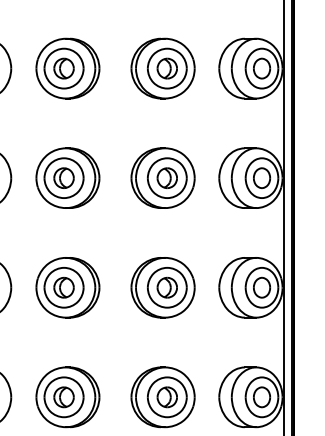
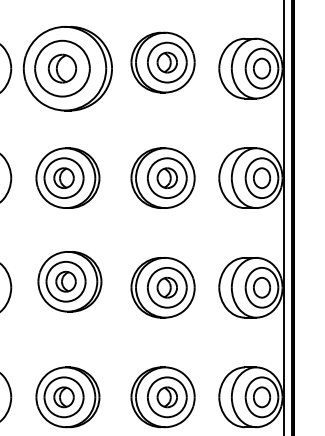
part at (67, 68) size: 66x63 px -> 91x86 px
part at (162, 68) position: (162, 68) -> (162, 62)
part at (67, 287) position: (67, 287) -> (69, 281)
